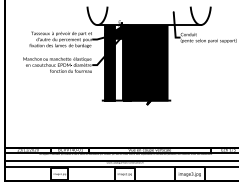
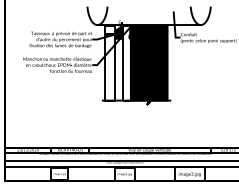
fill at (110, 63): present -> none
fill at (126, 63): present -> none
